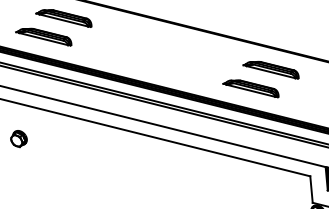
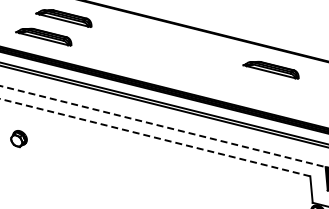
part at (250, 88): present -> none
line at (164, 126): solid -> dashed
line at (155, 137): solid -> dashed
